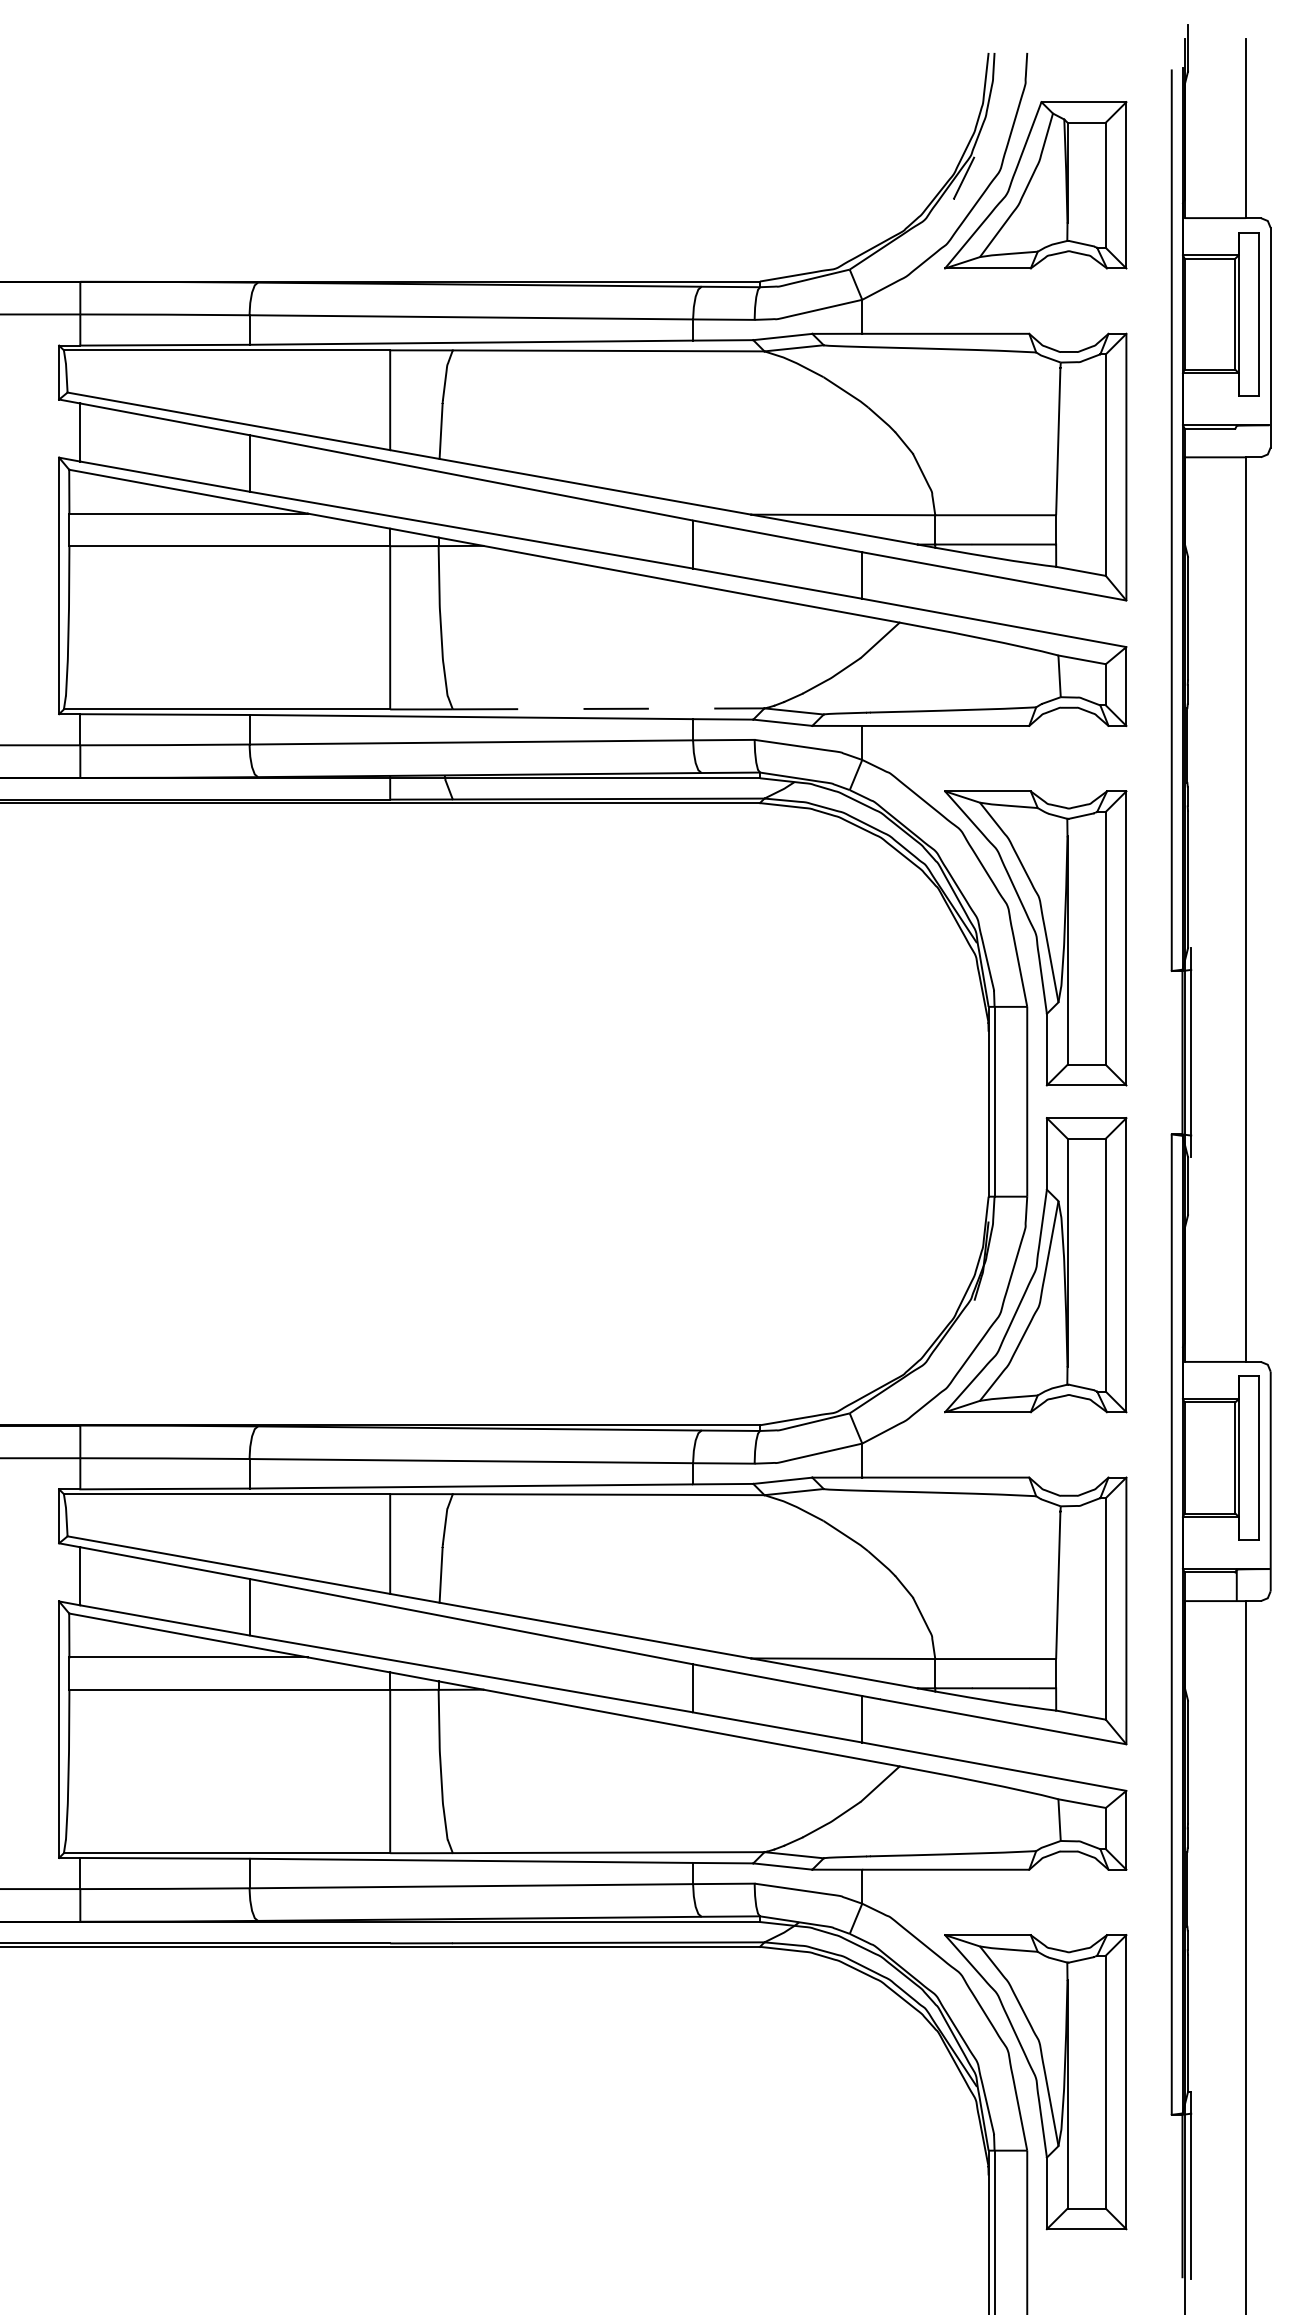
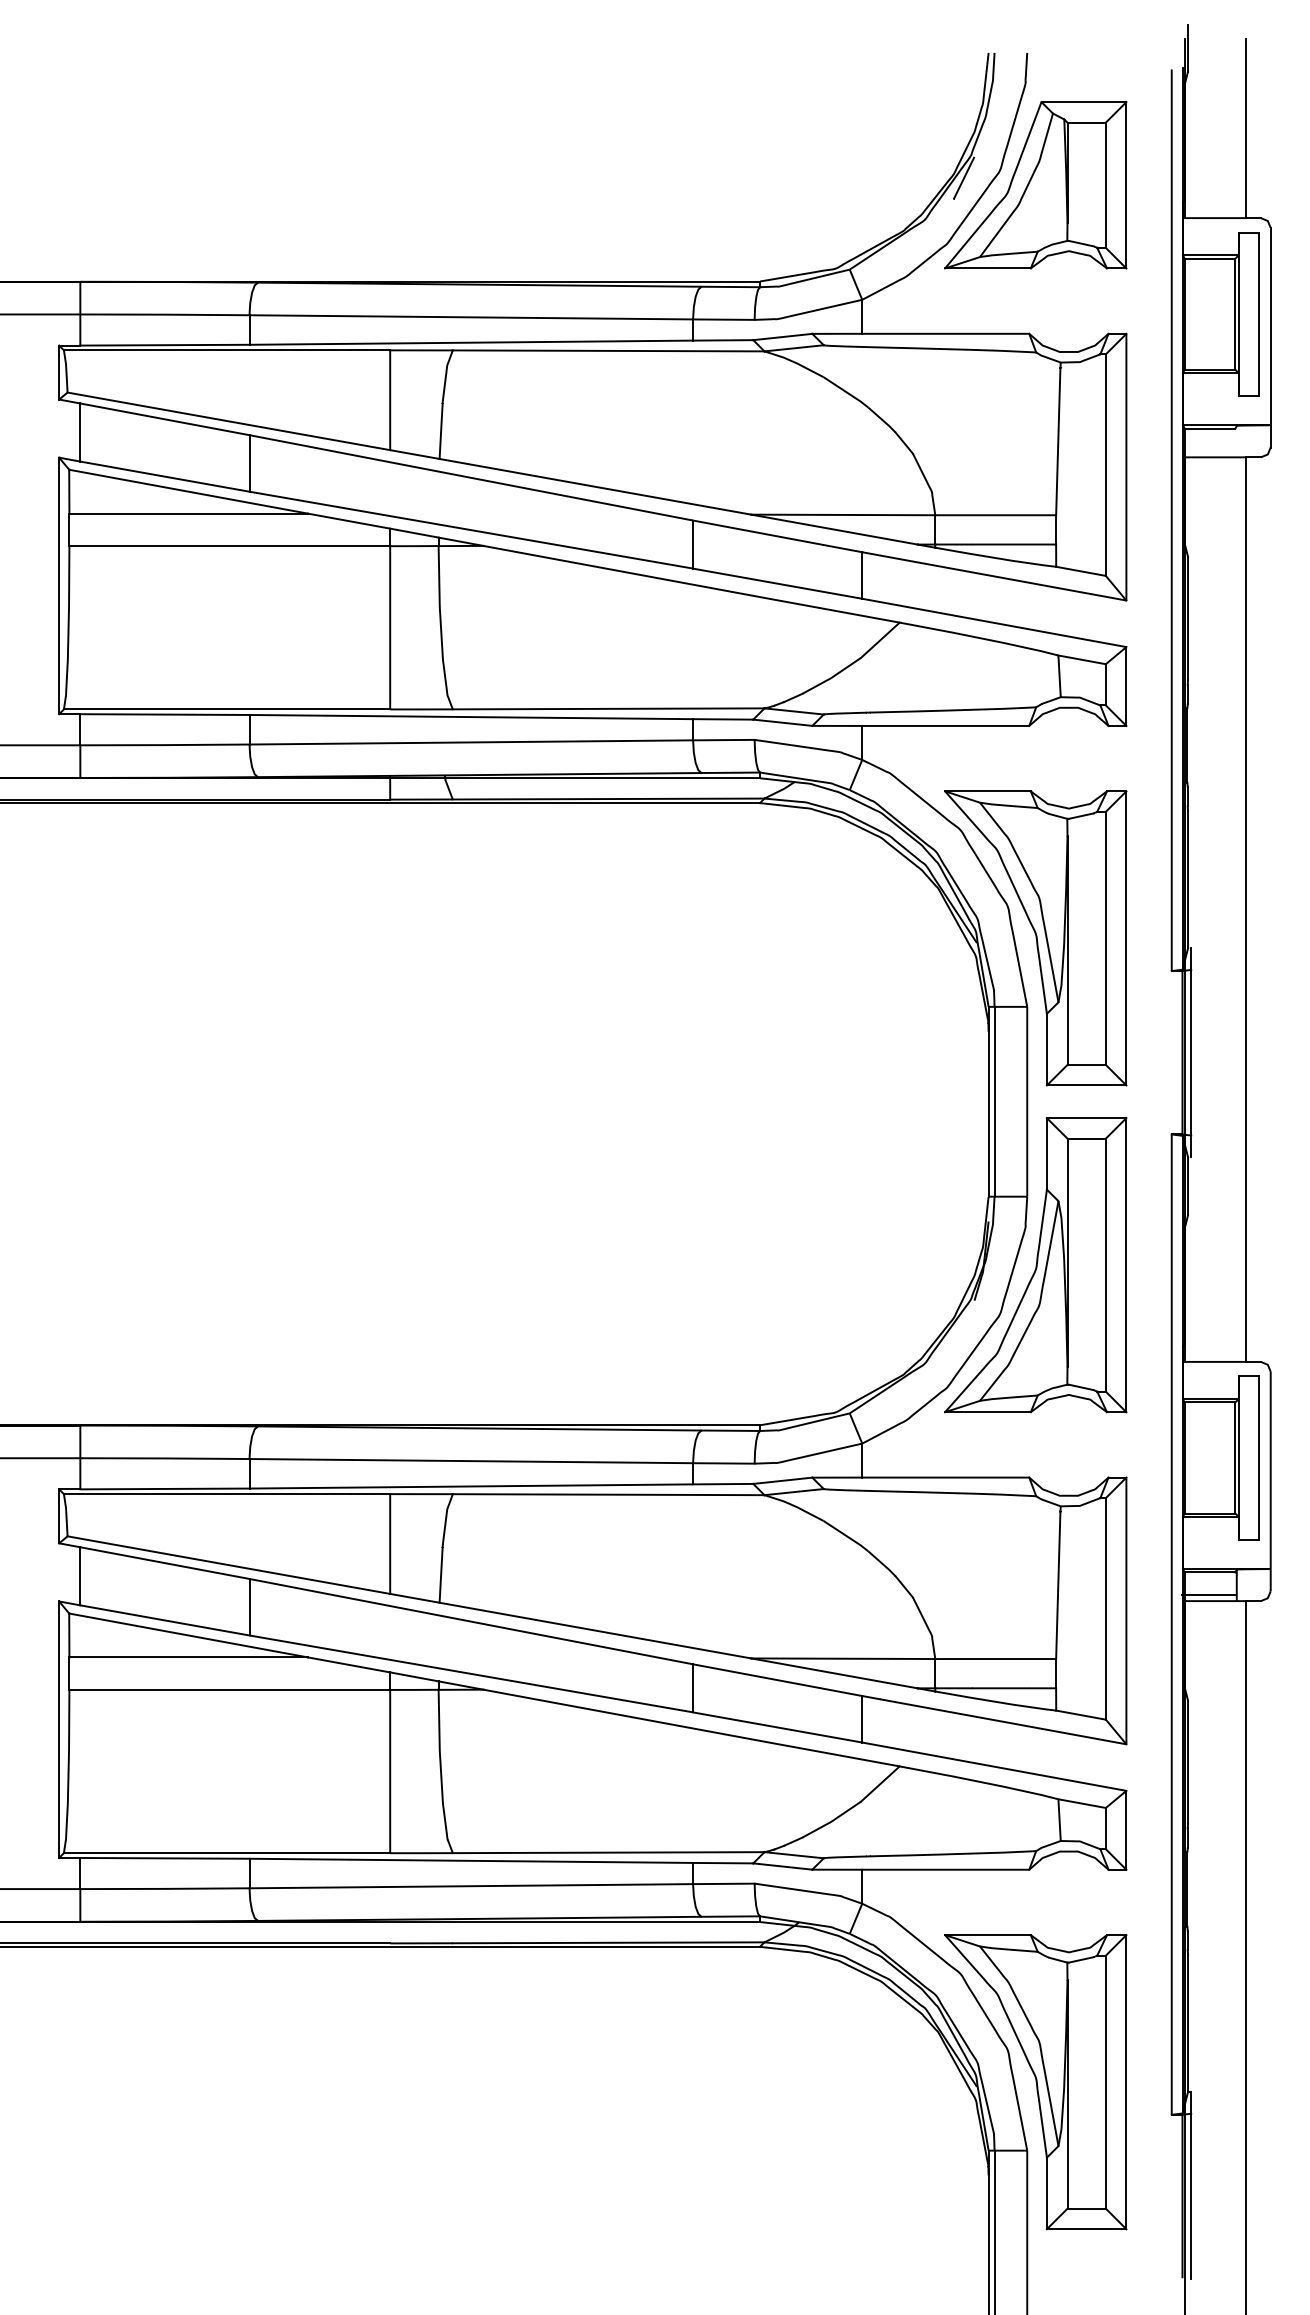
line at (608, 708): dashed -> solid
line at (1208, 1595): none -> present
